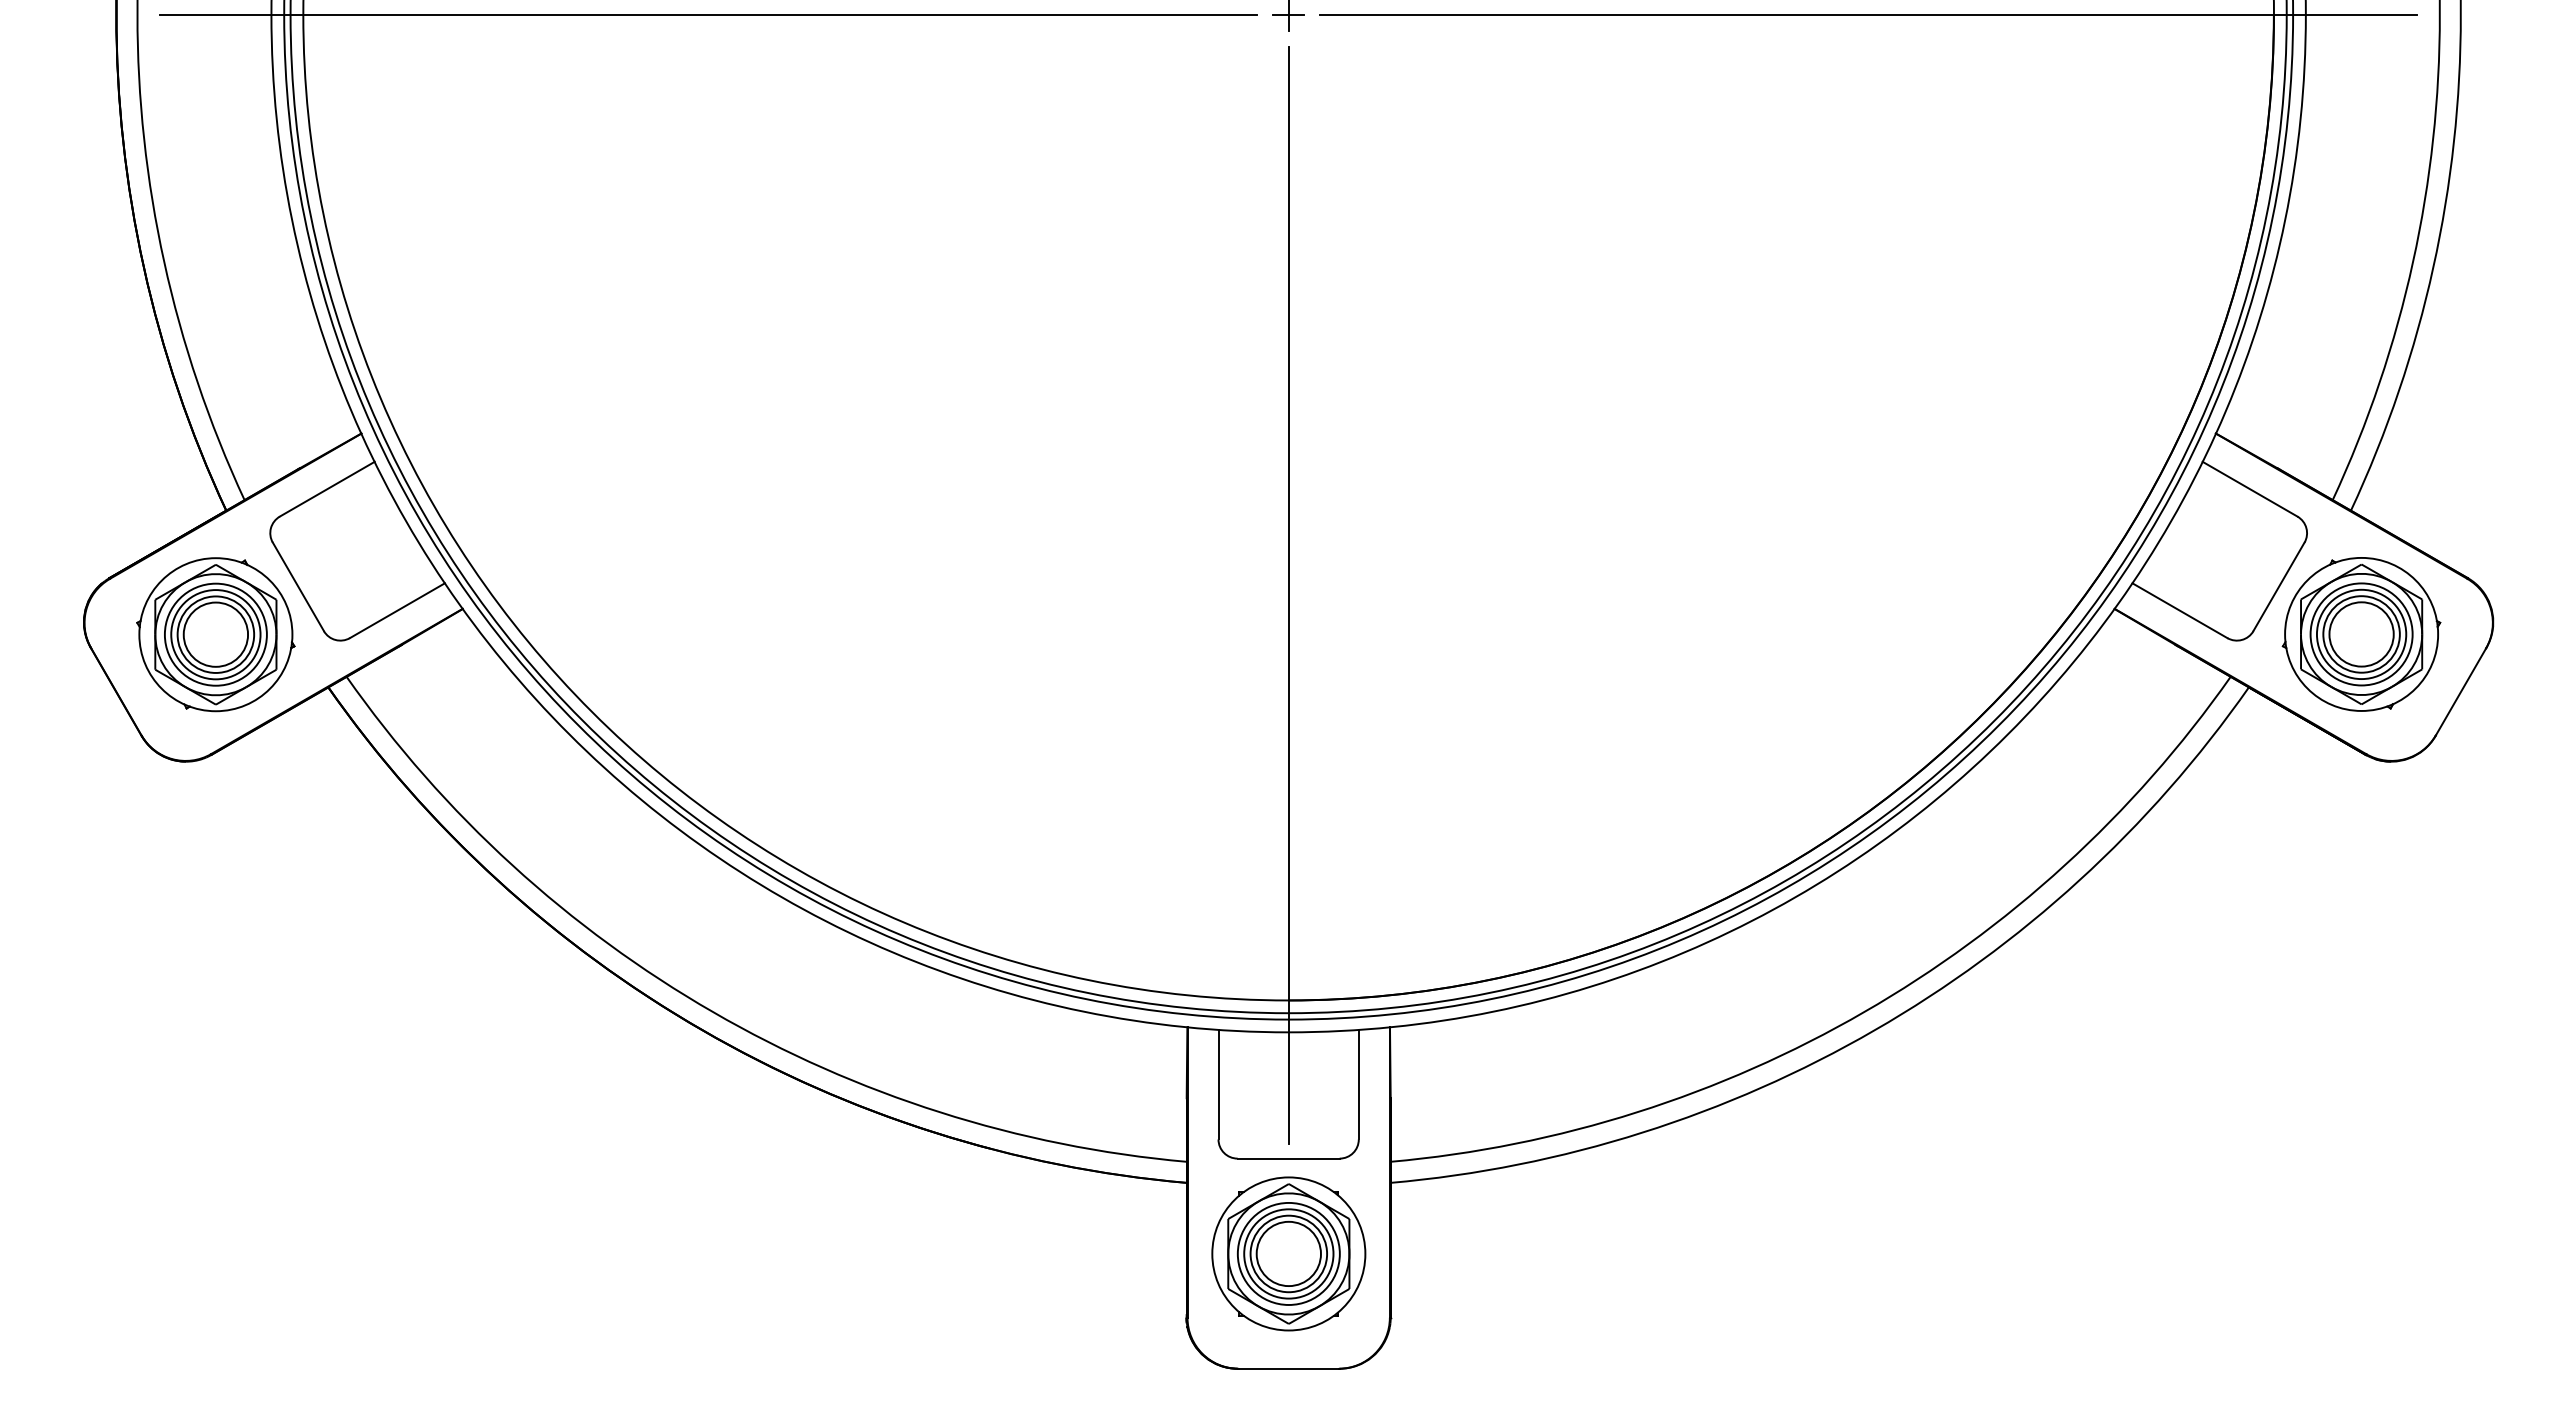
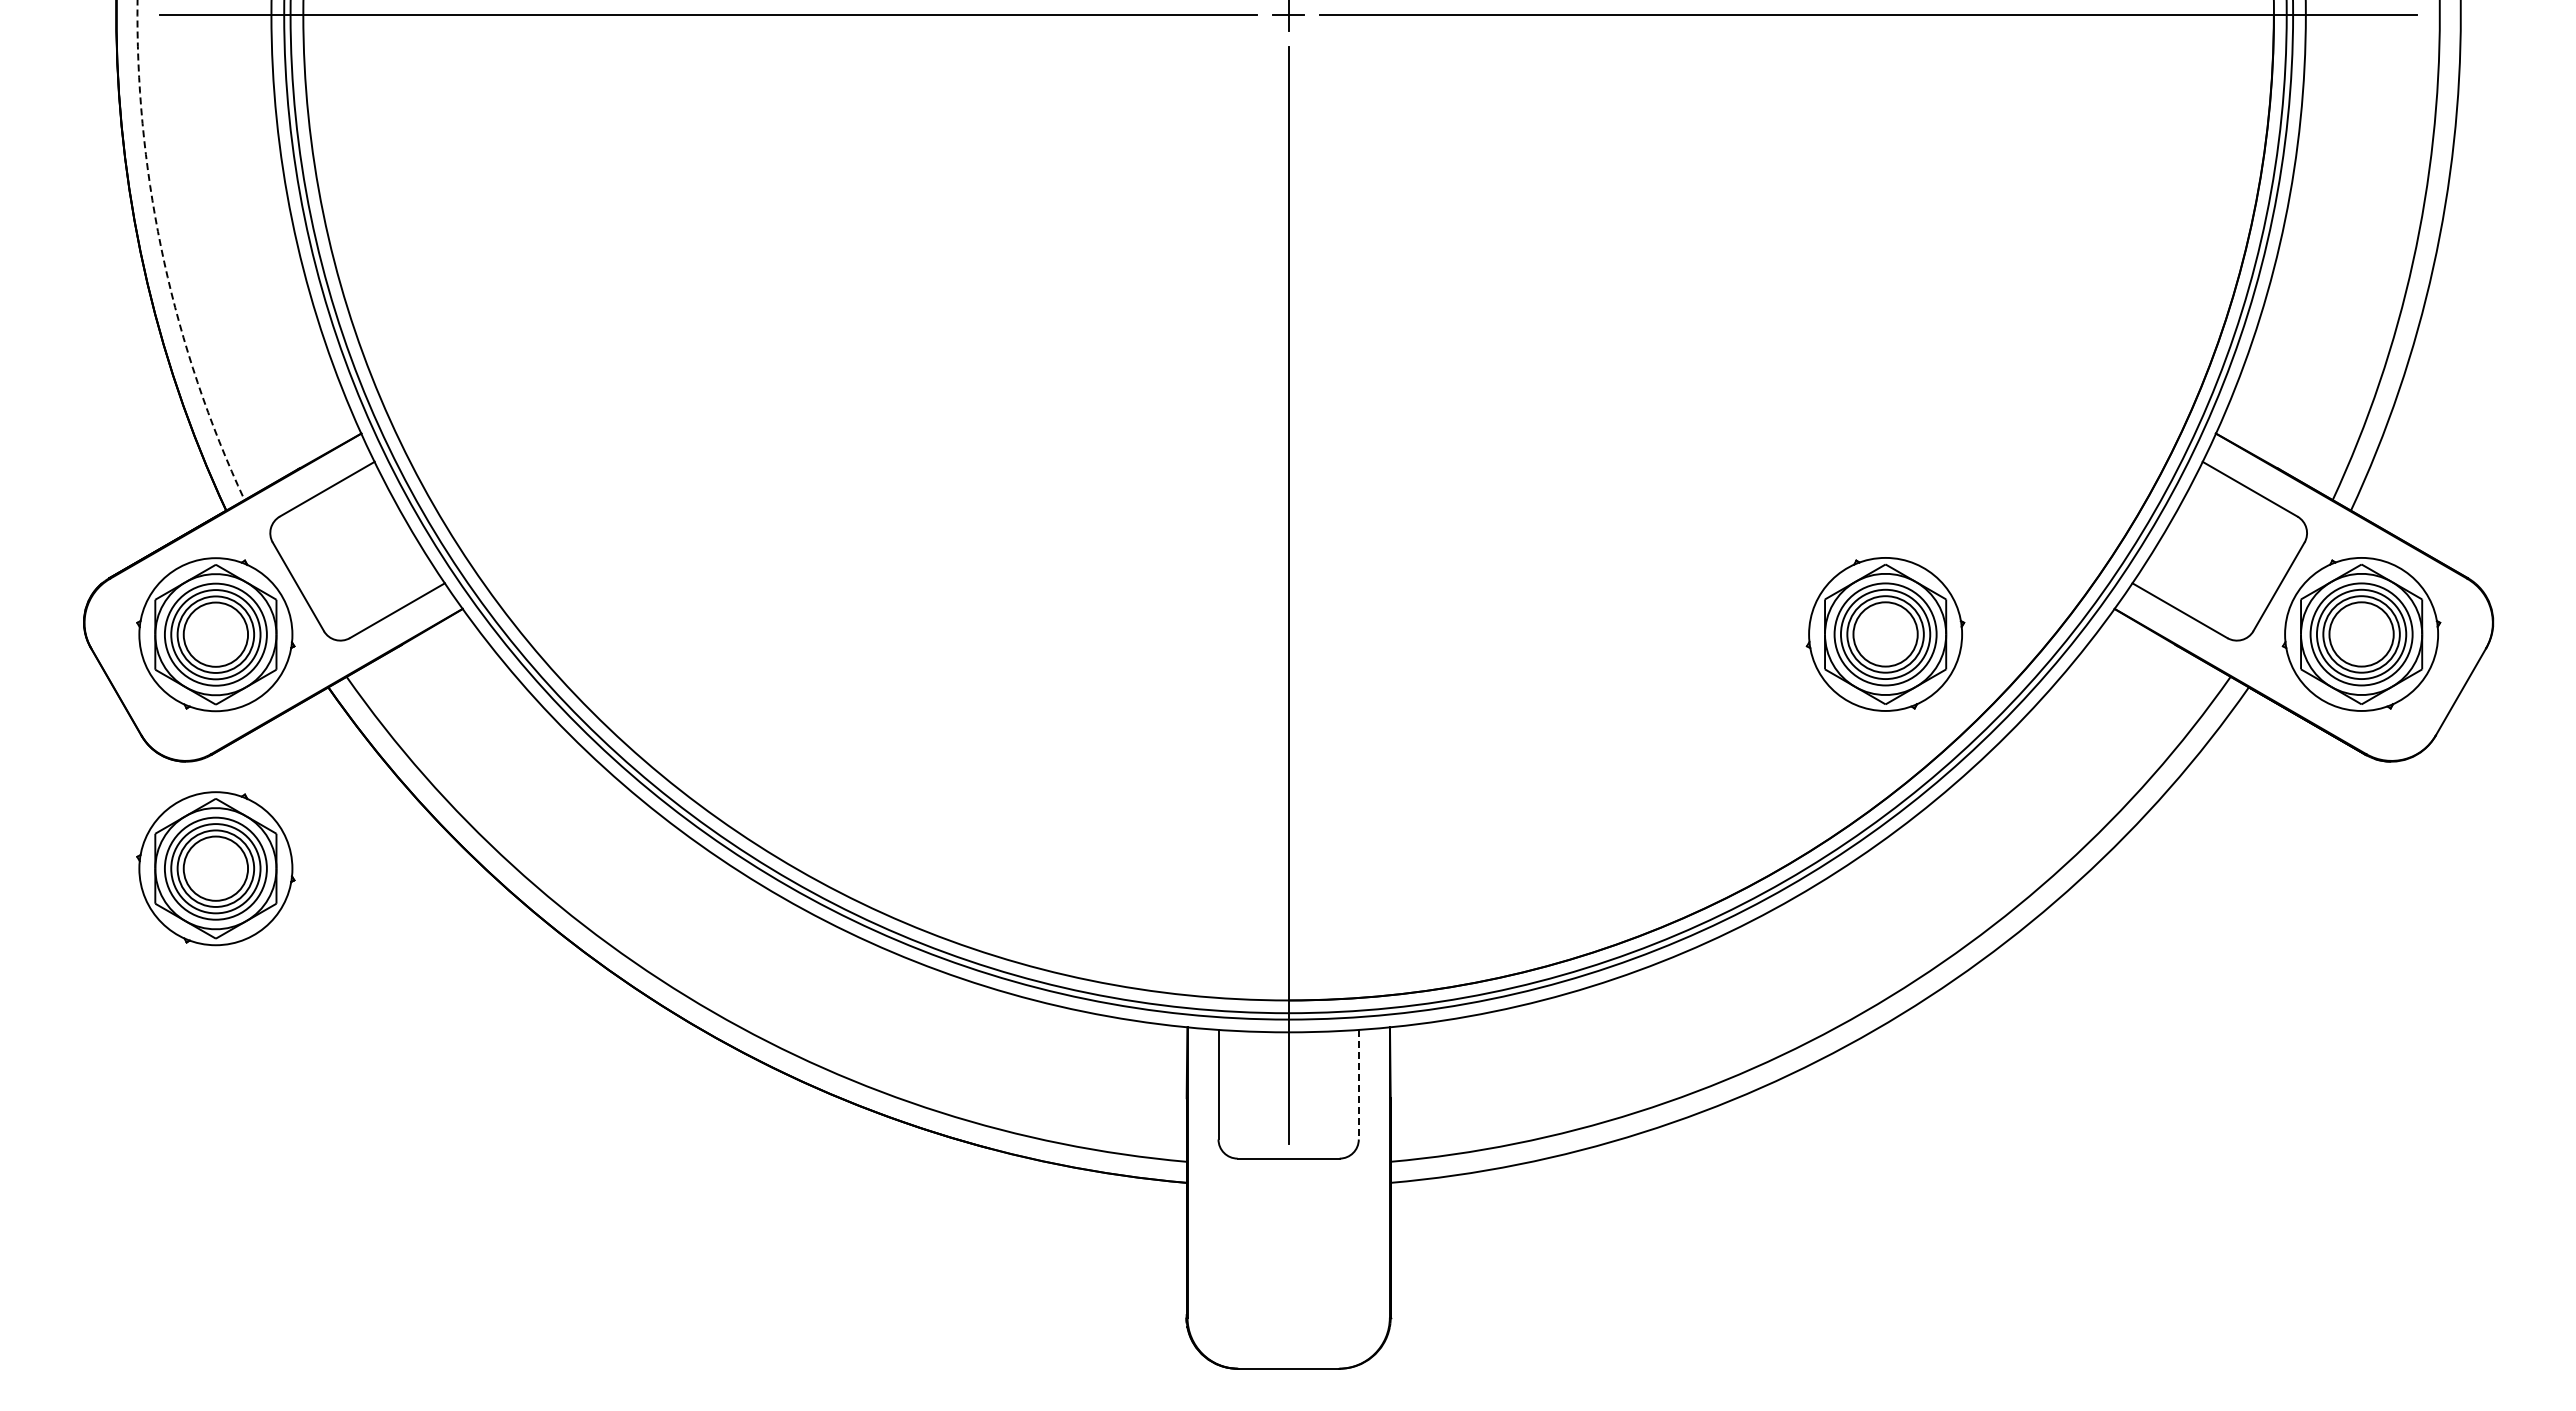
arc at (162, 255): solid -> dashed
part at (1885, 634): none -> present
part at (215, 868): none -> present
line at (1358, 1084): solid -> dashed
part at (1288, 1253): present -> none
